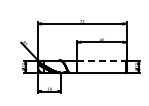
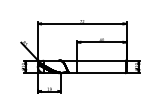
line at (102, 60): dashed -> solid
